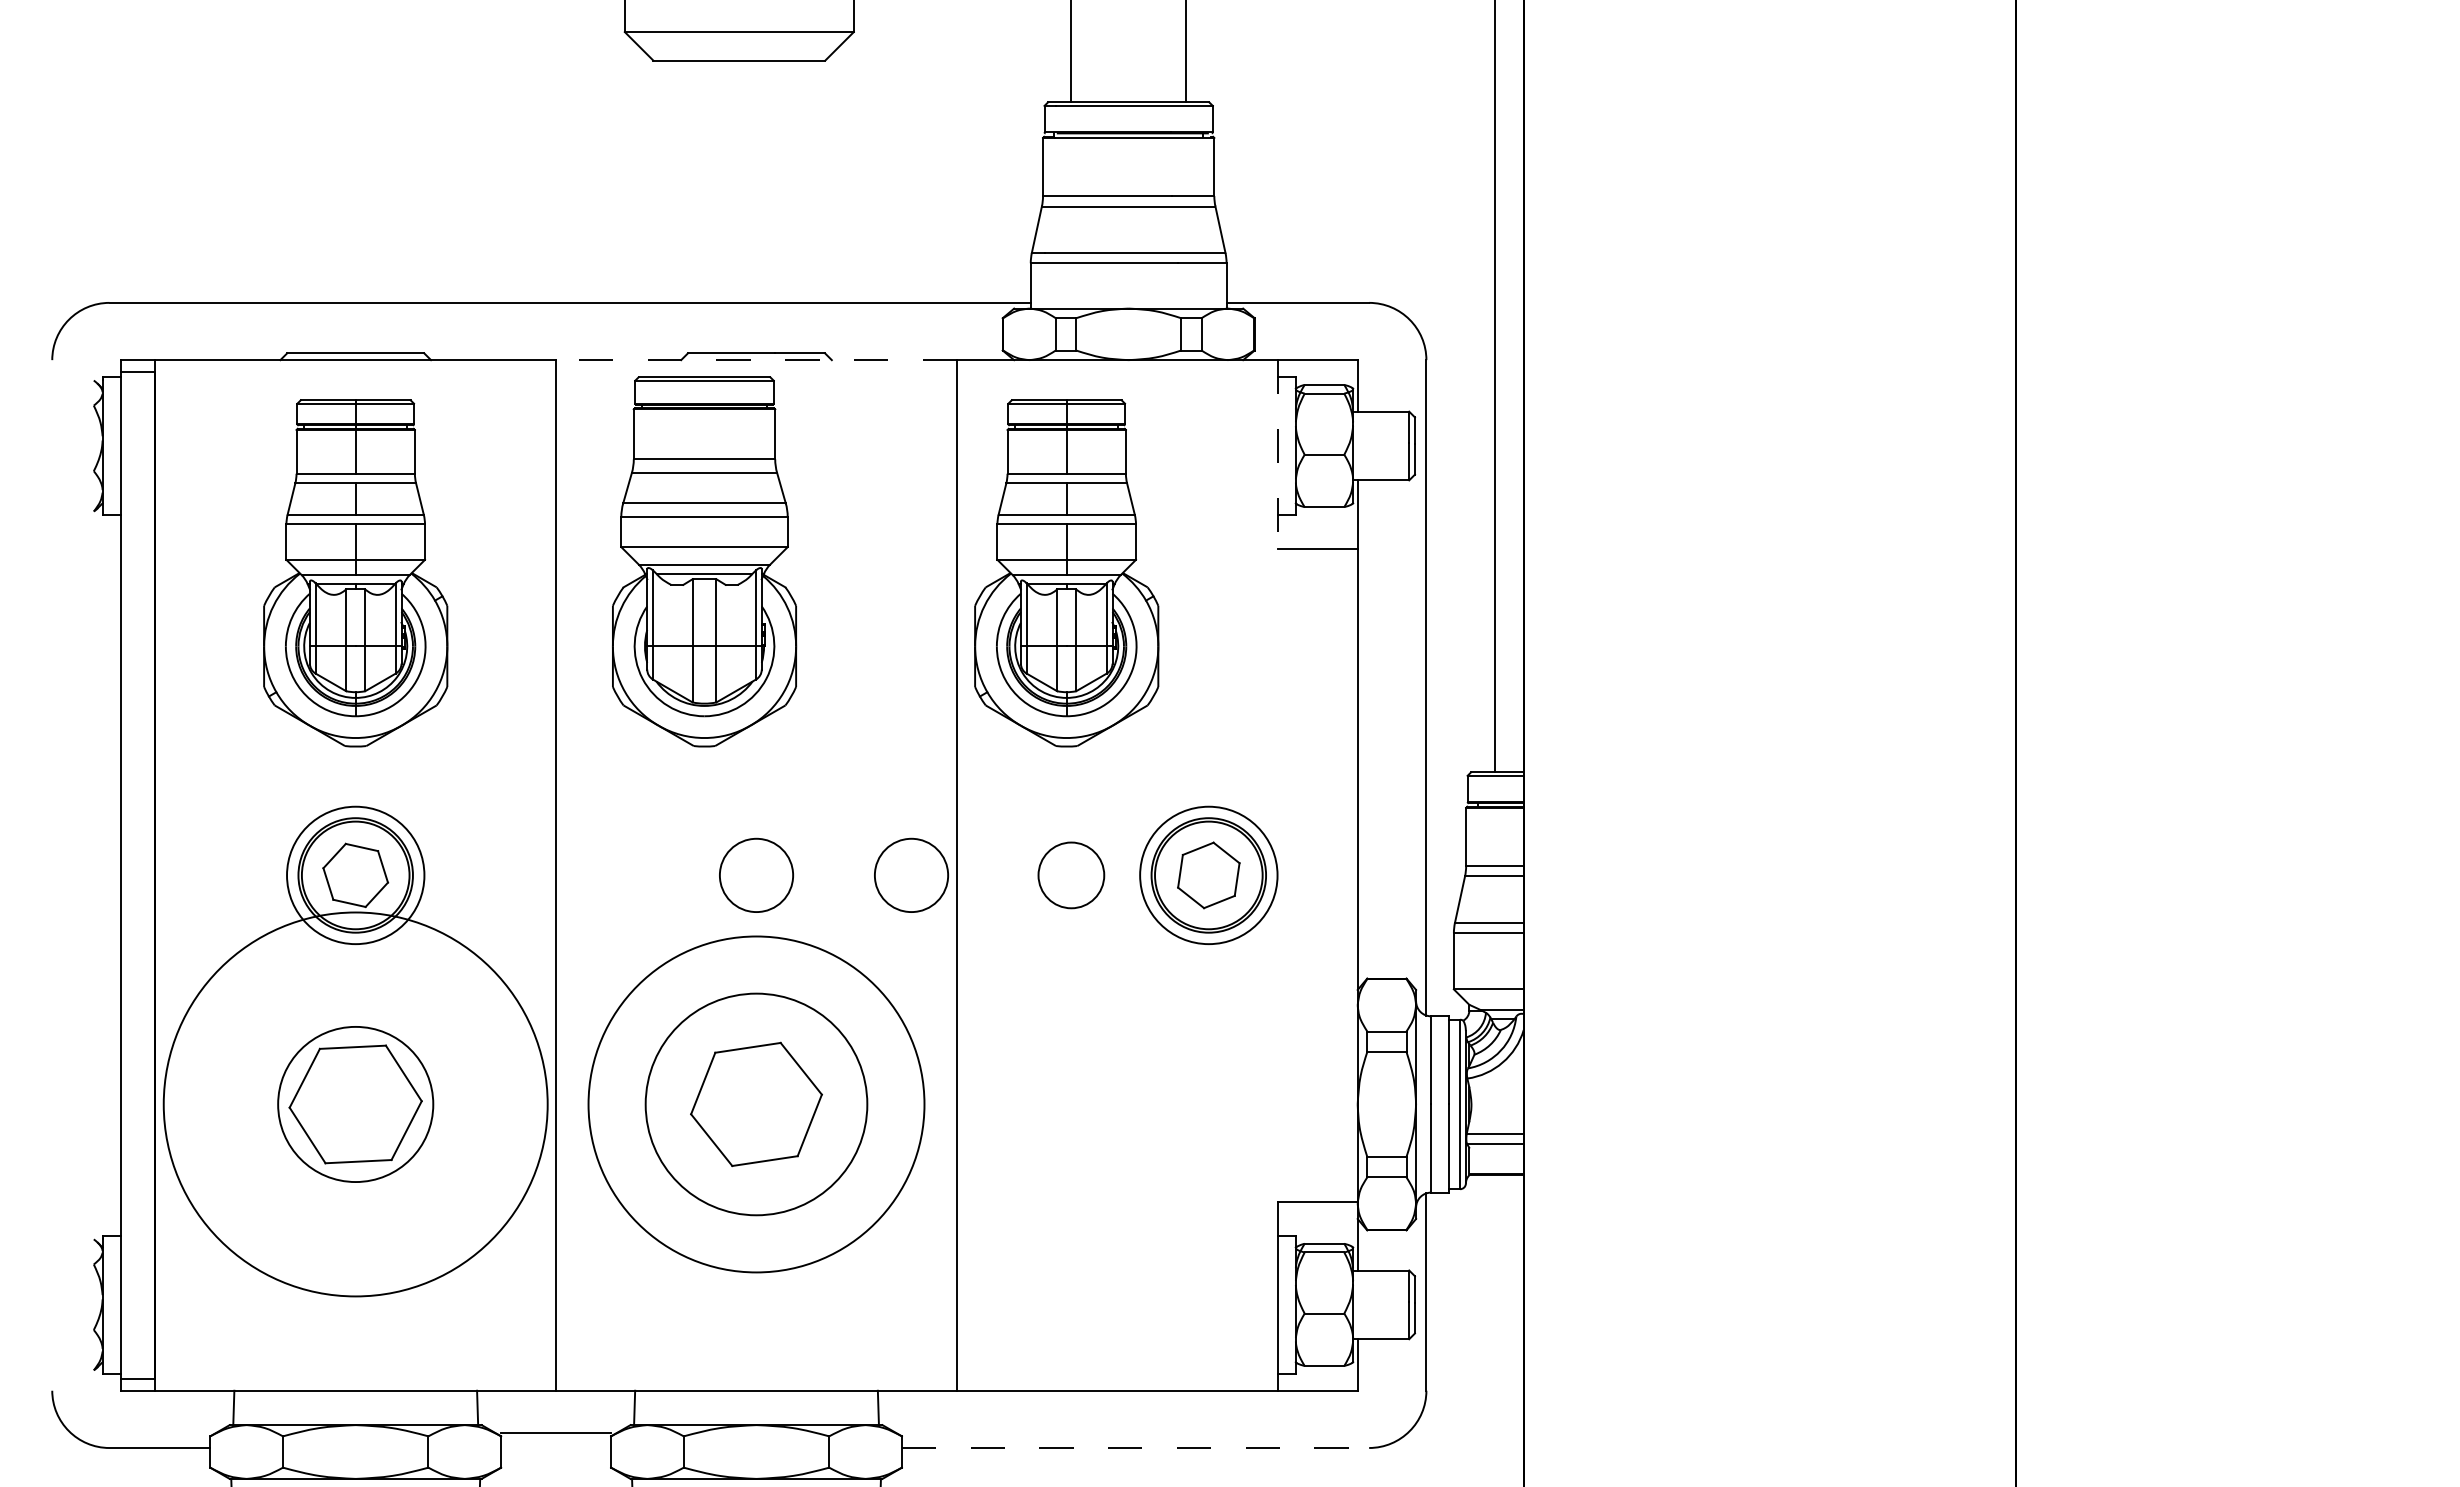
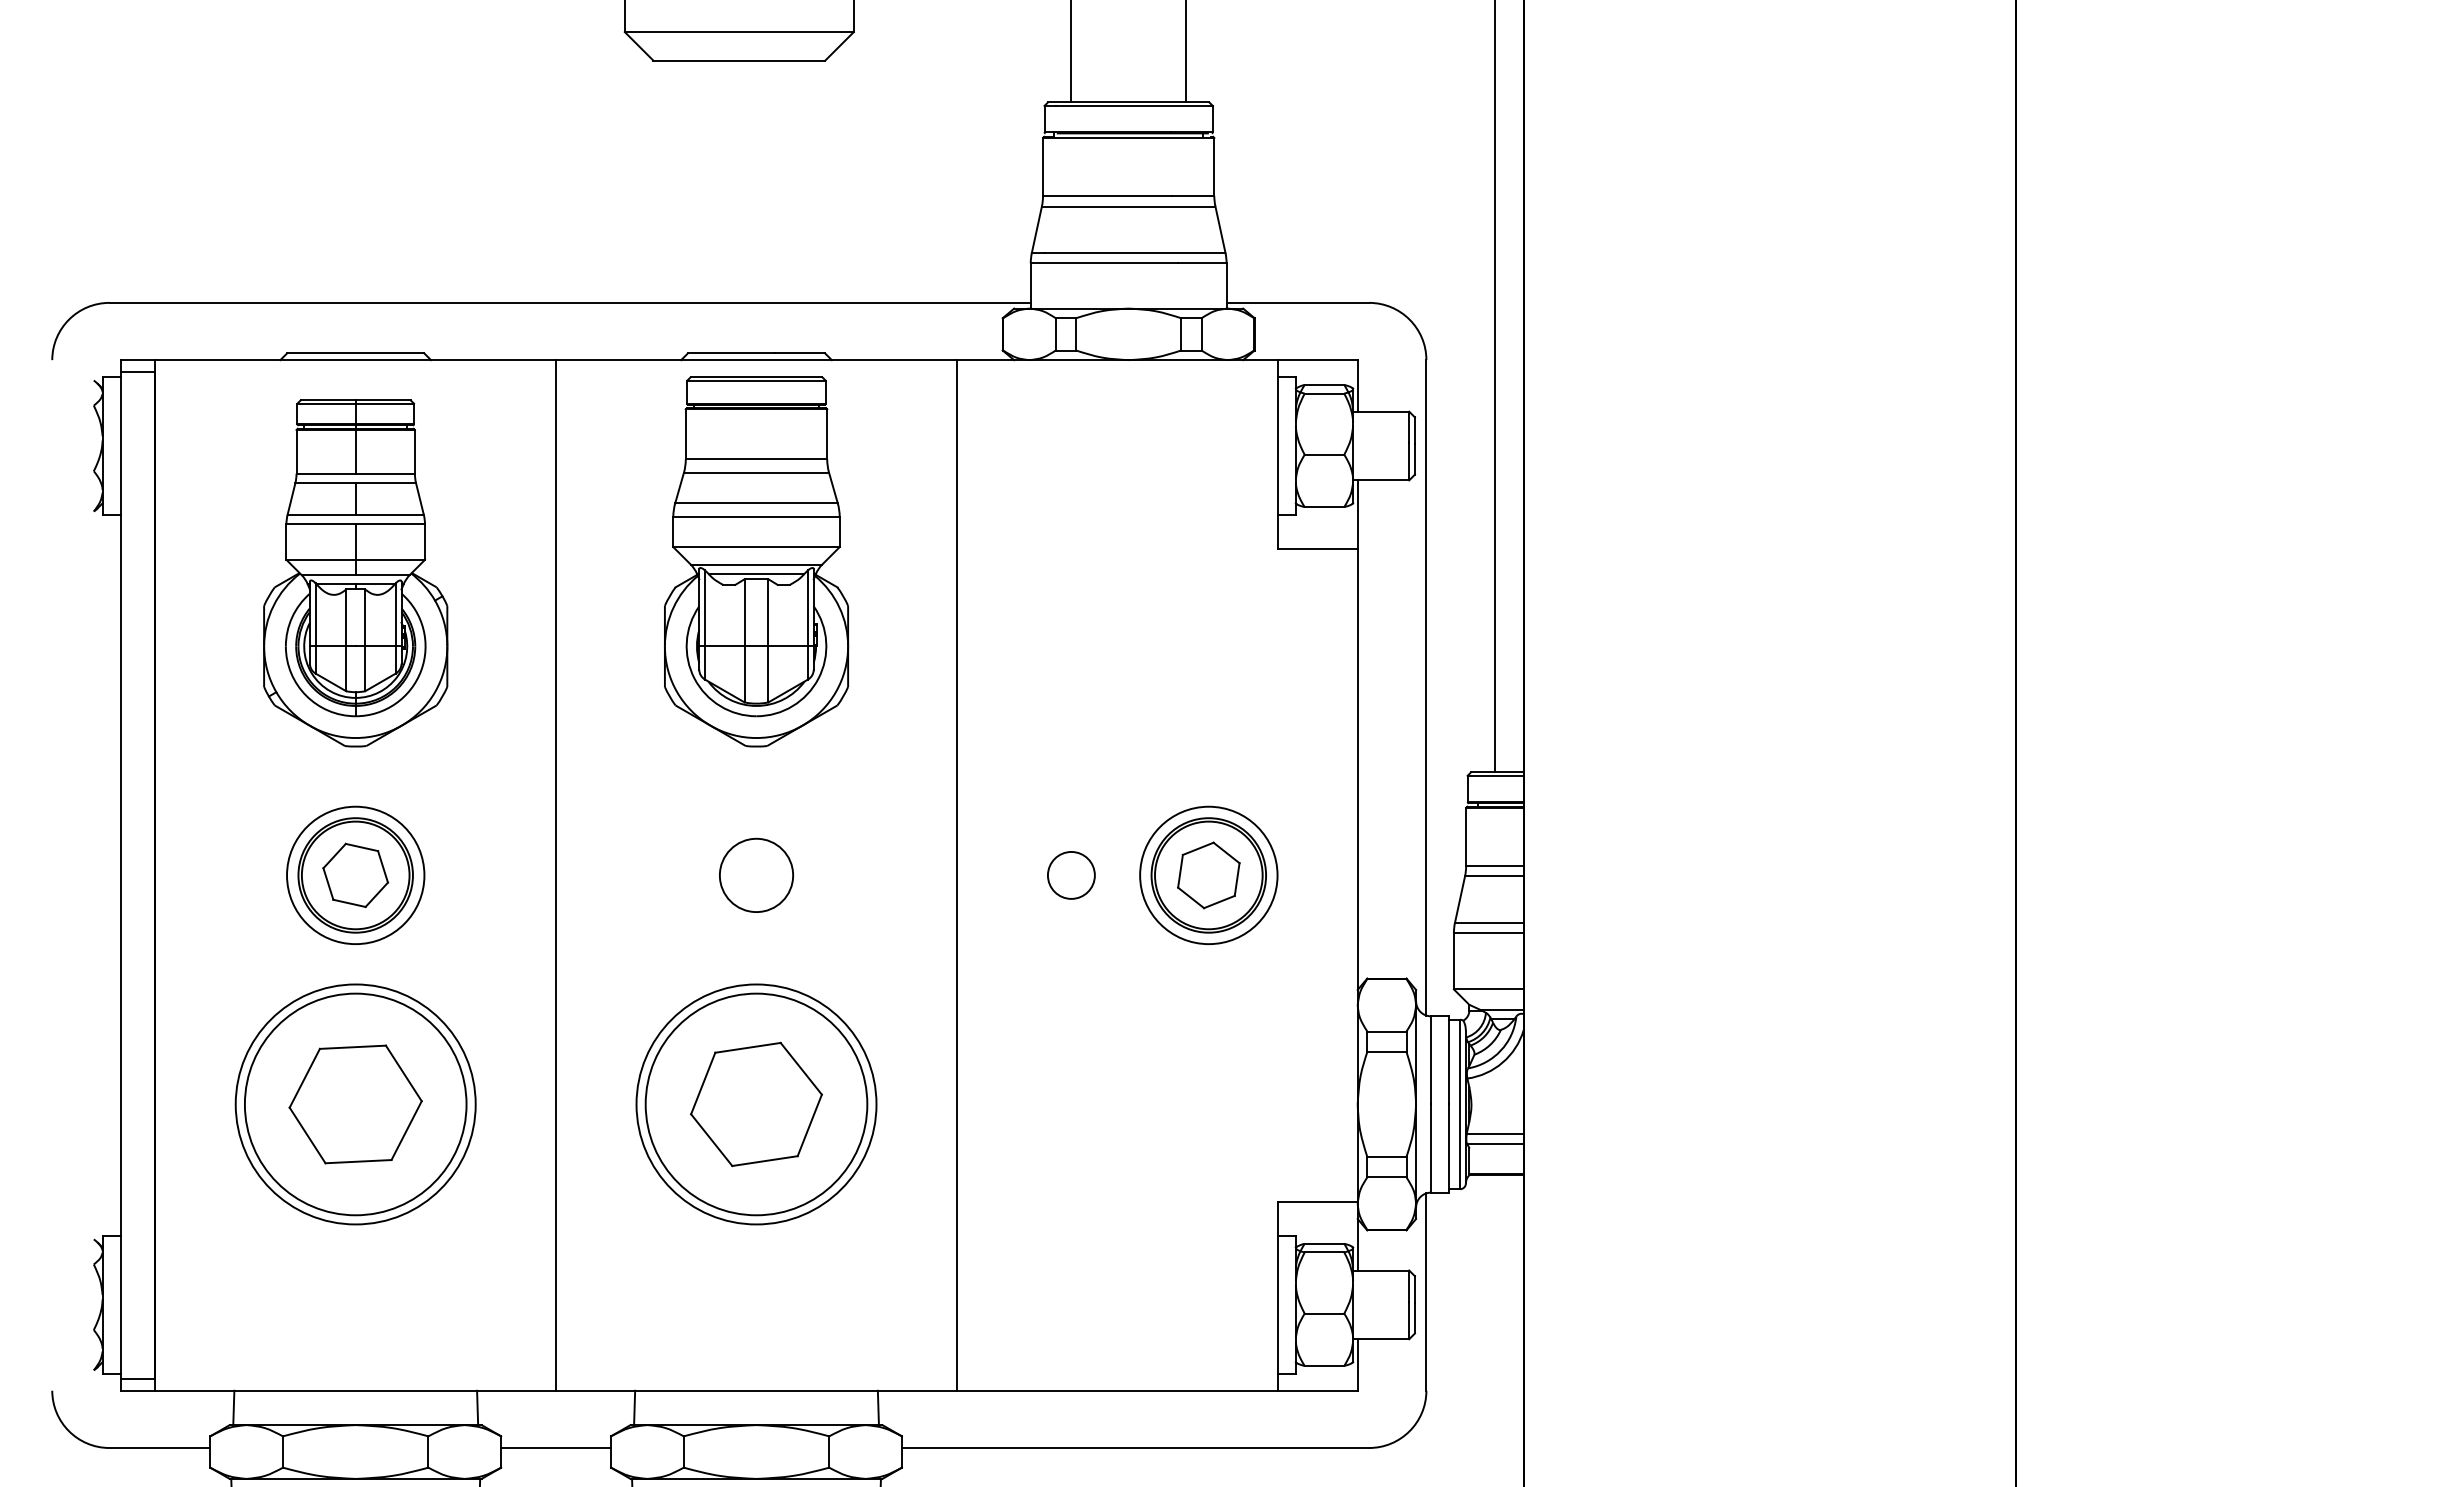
line at (756, 360): dashed -> solid
line at (1277, 455): dashed -> solid
part at (704, 561) position: (704, 561) -> (756, 561)
part at (1066, 573): present -> none
circle at (911, 874): present -> none
circle at (1071, 875) size: 69x69 px -> 49x49 px
circle at (355, 1104) diameter: 155 px -> 222 px
circle at (355, 1104) diameter: 384 px -> 240 px
circle at (756, 1104) diameter: 336 px -> 240 px
line at (556, 1433) position: (556, 1433) -> (556, 1448)
line at (1135, 1448): dashed -> solid
